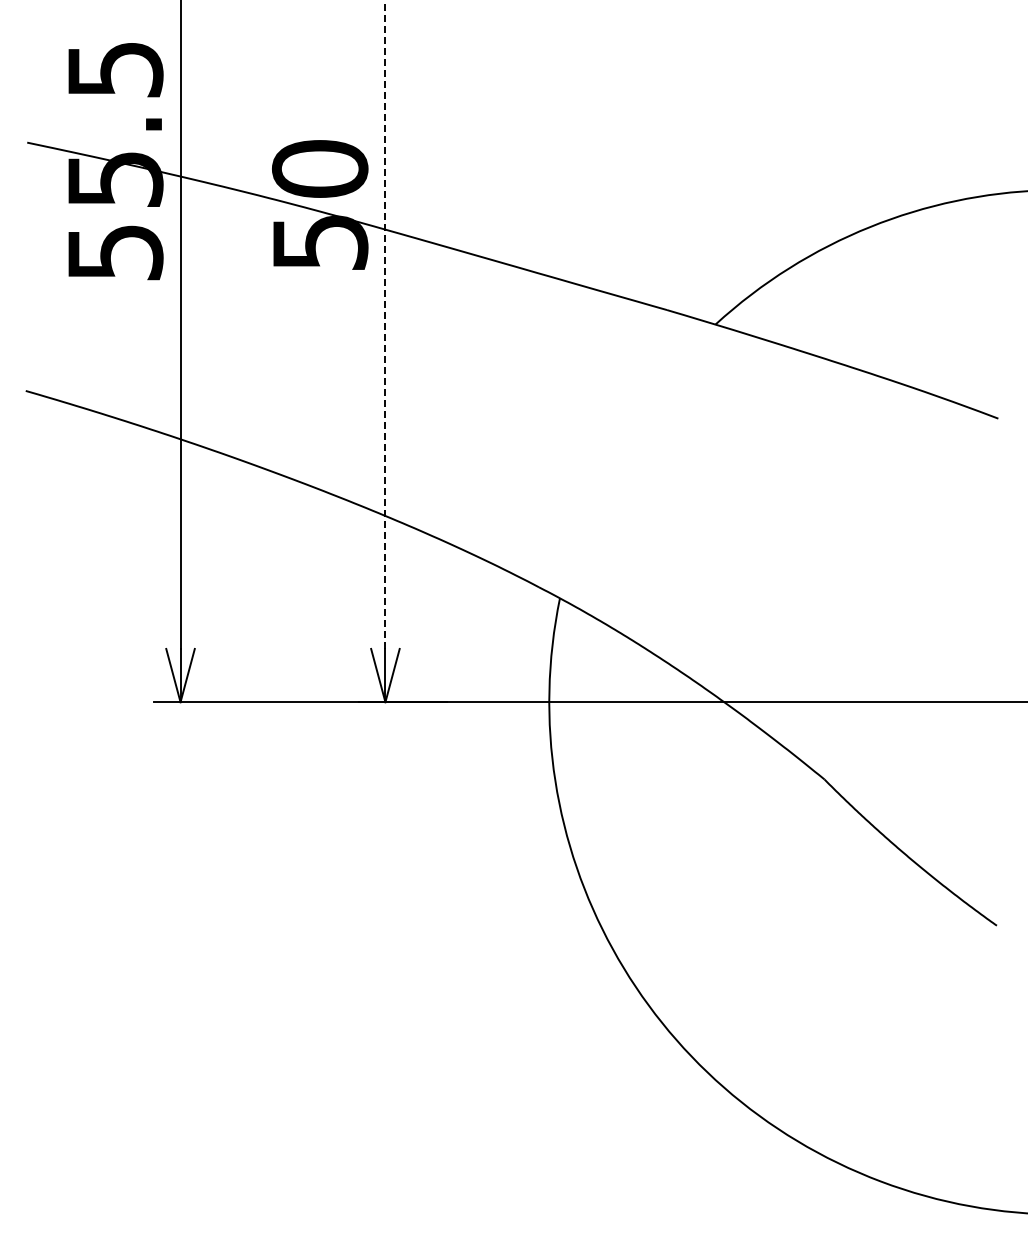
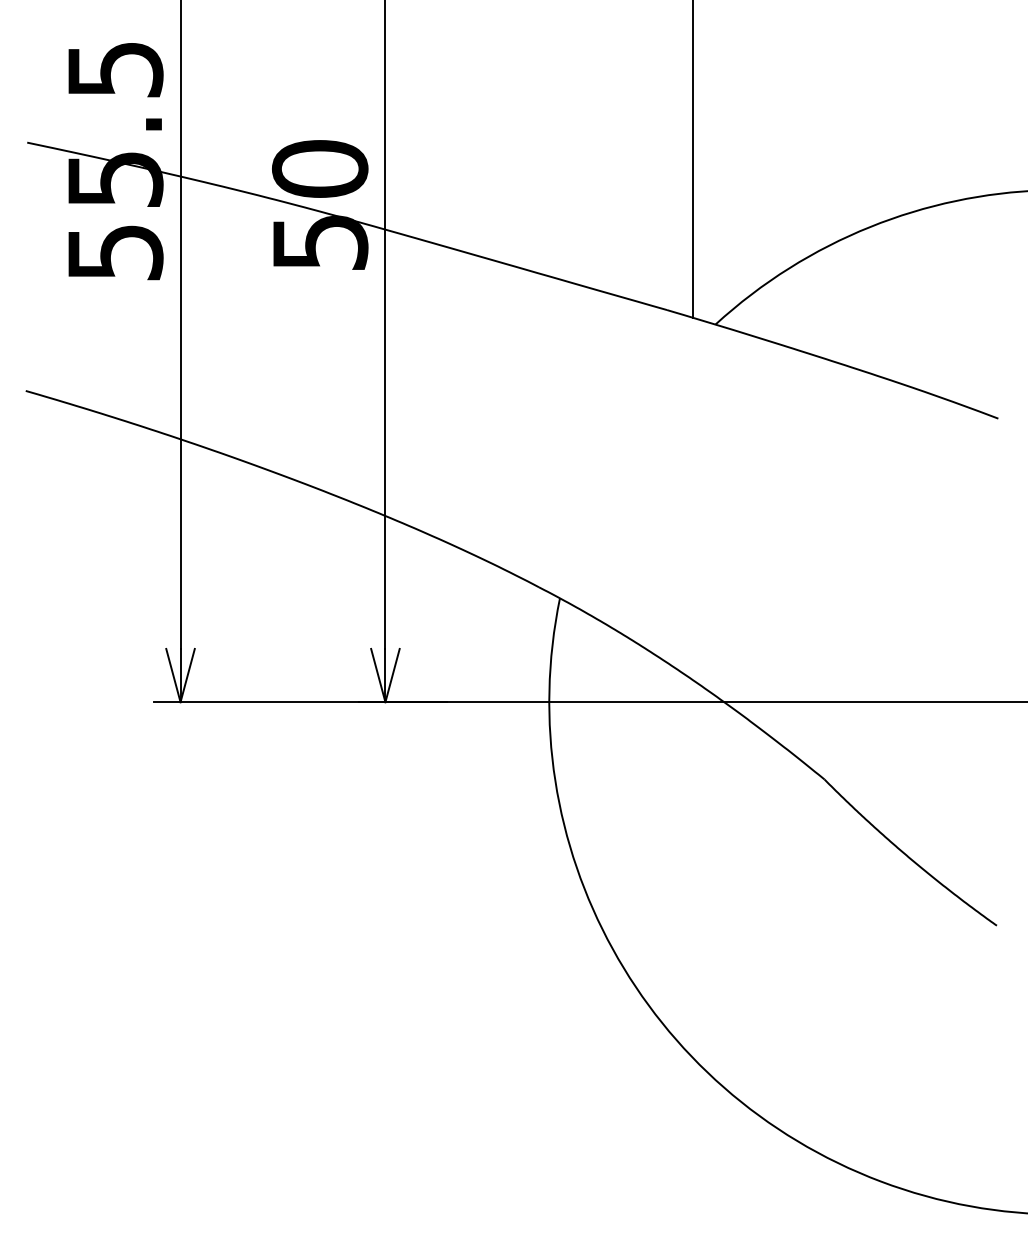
line at (692, 159): none -> present
line at (385, 323): dashed -> solid
